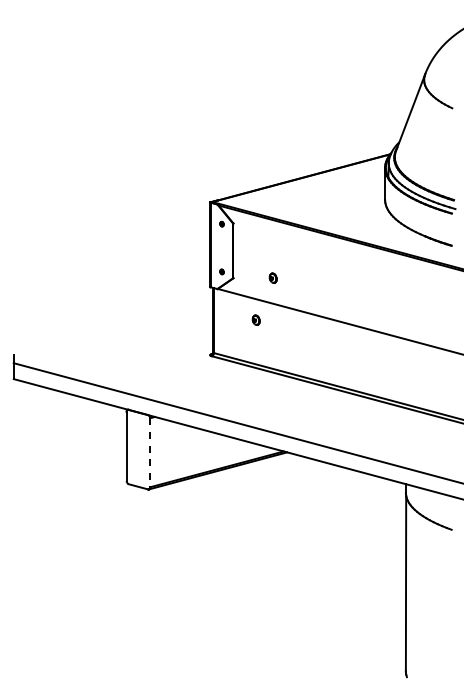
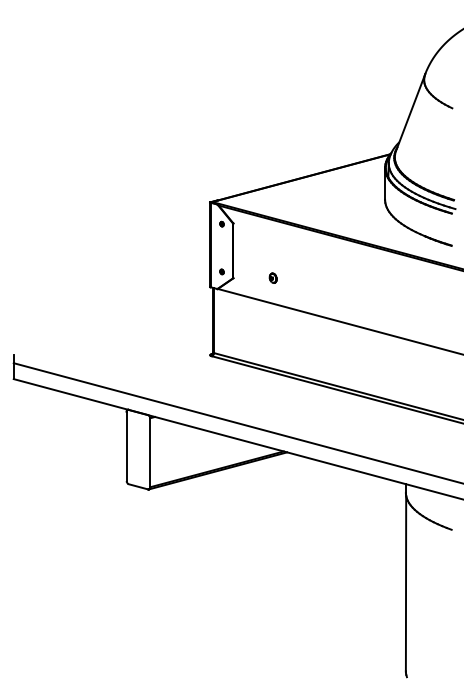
part at (255, 319): present -> none
line at (150, 453): dashed -> solid
